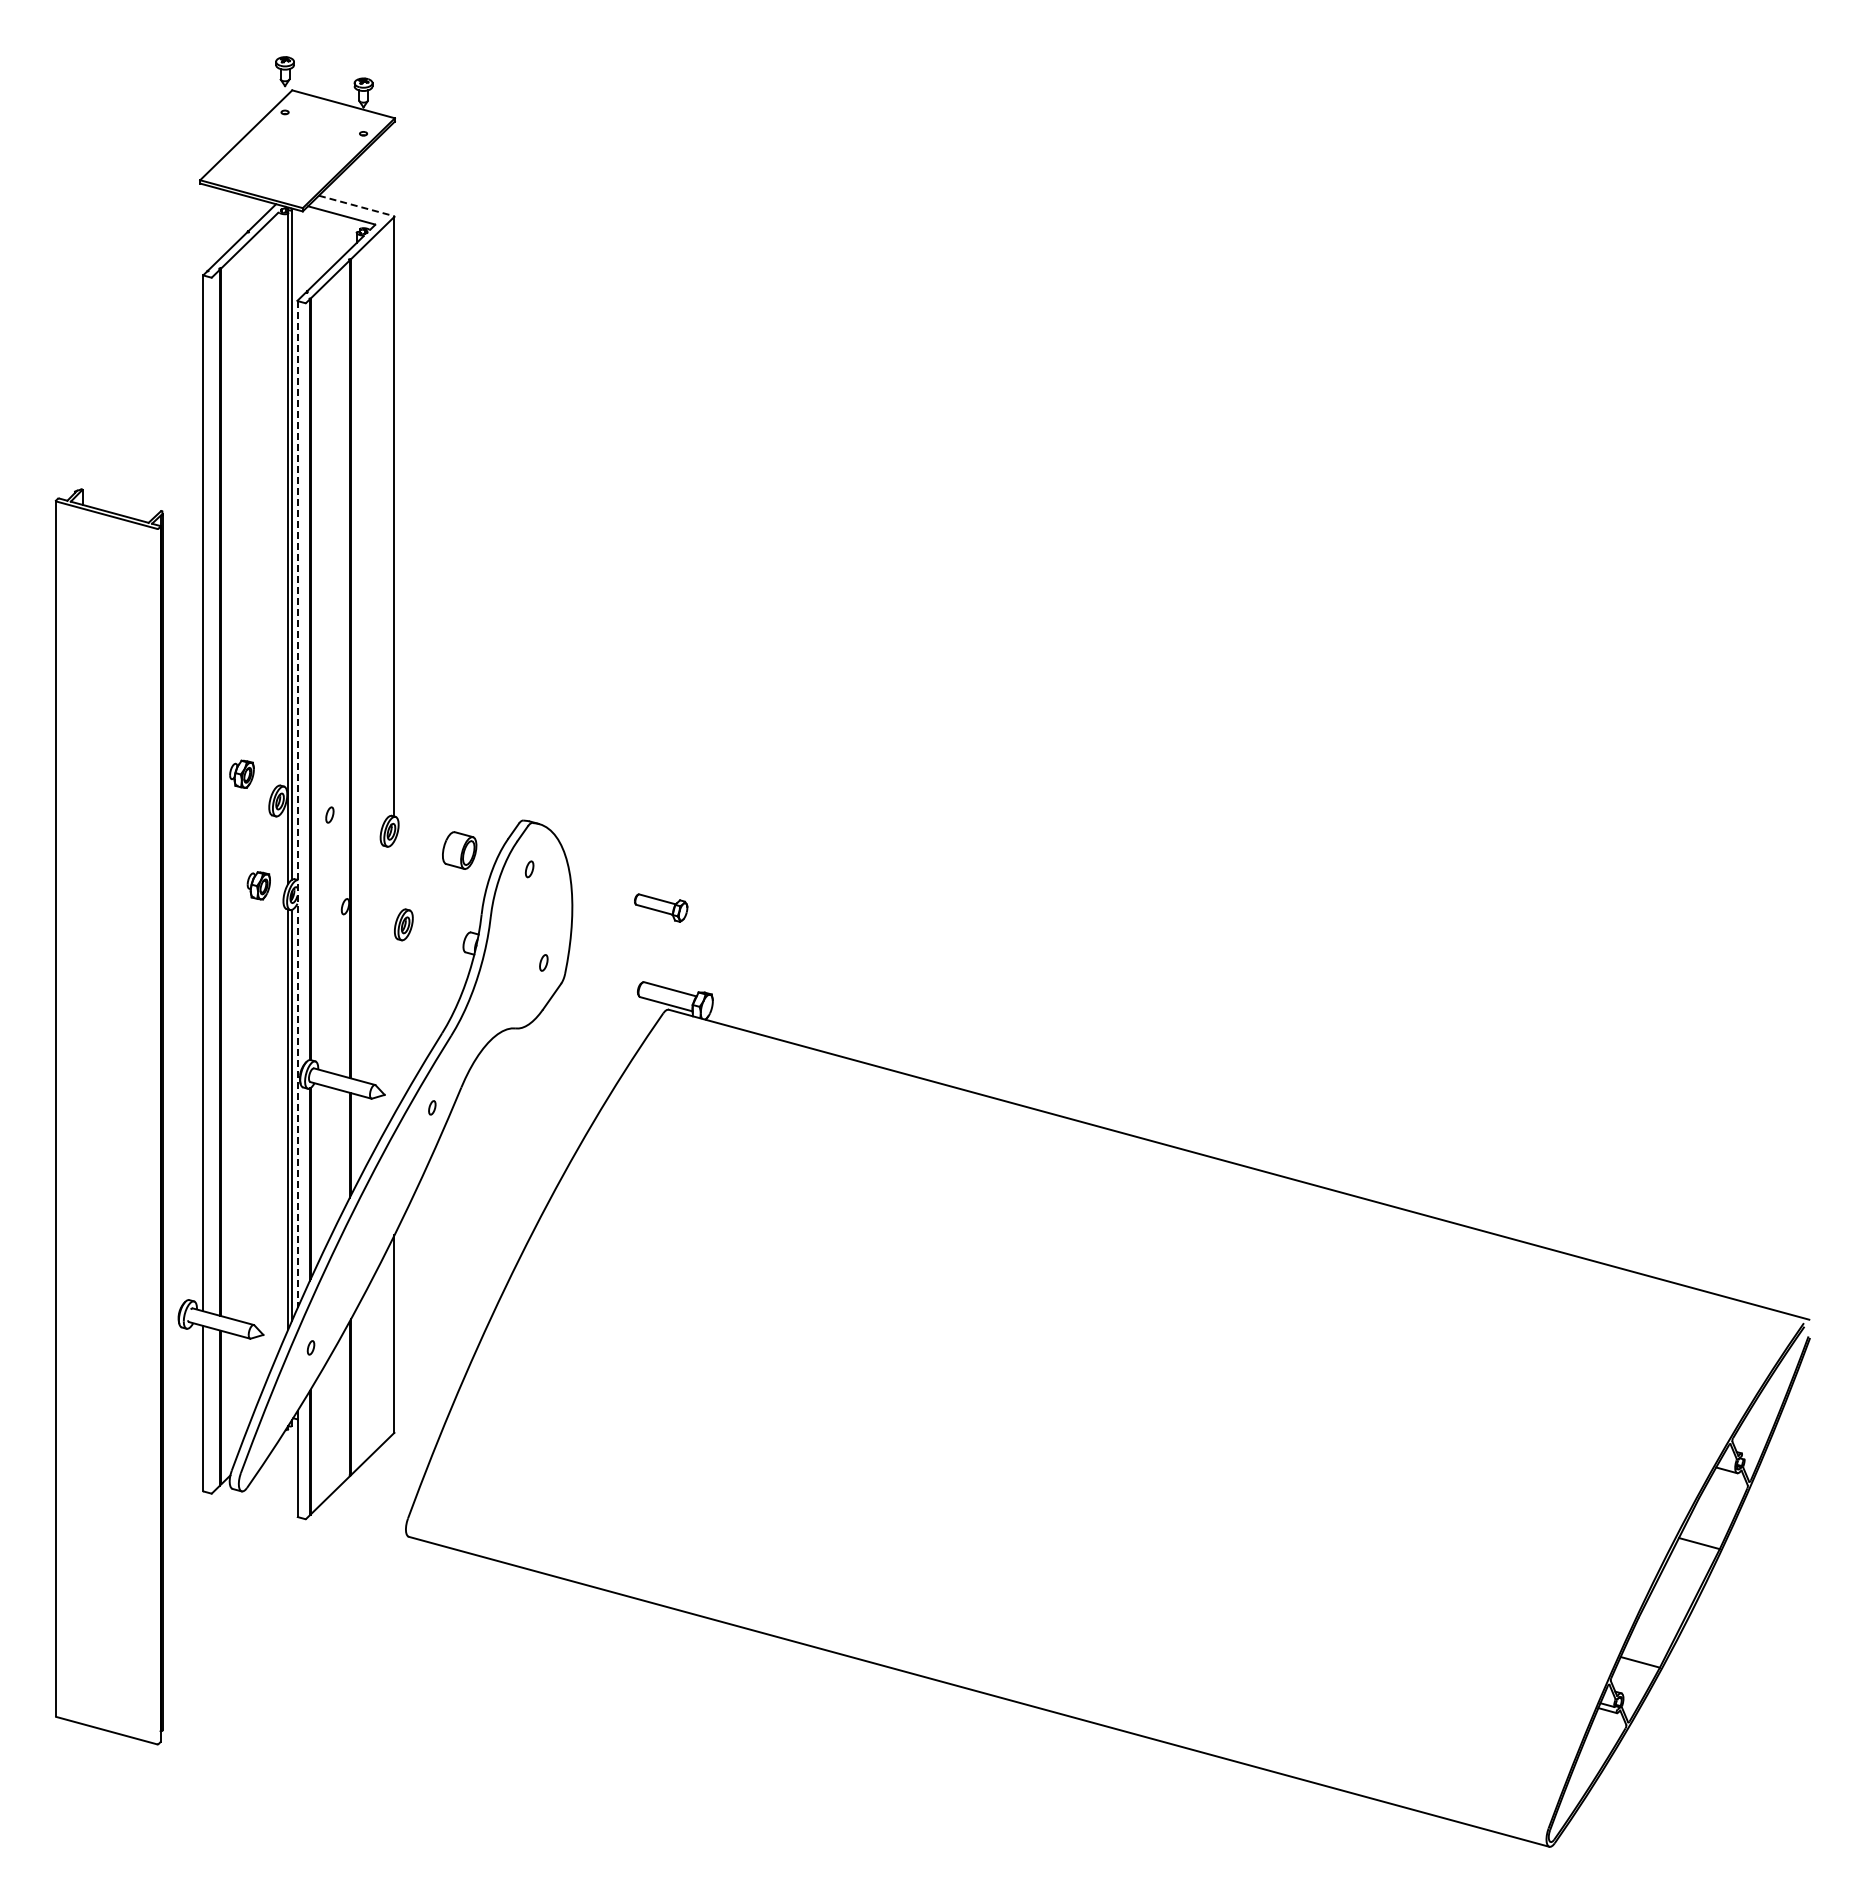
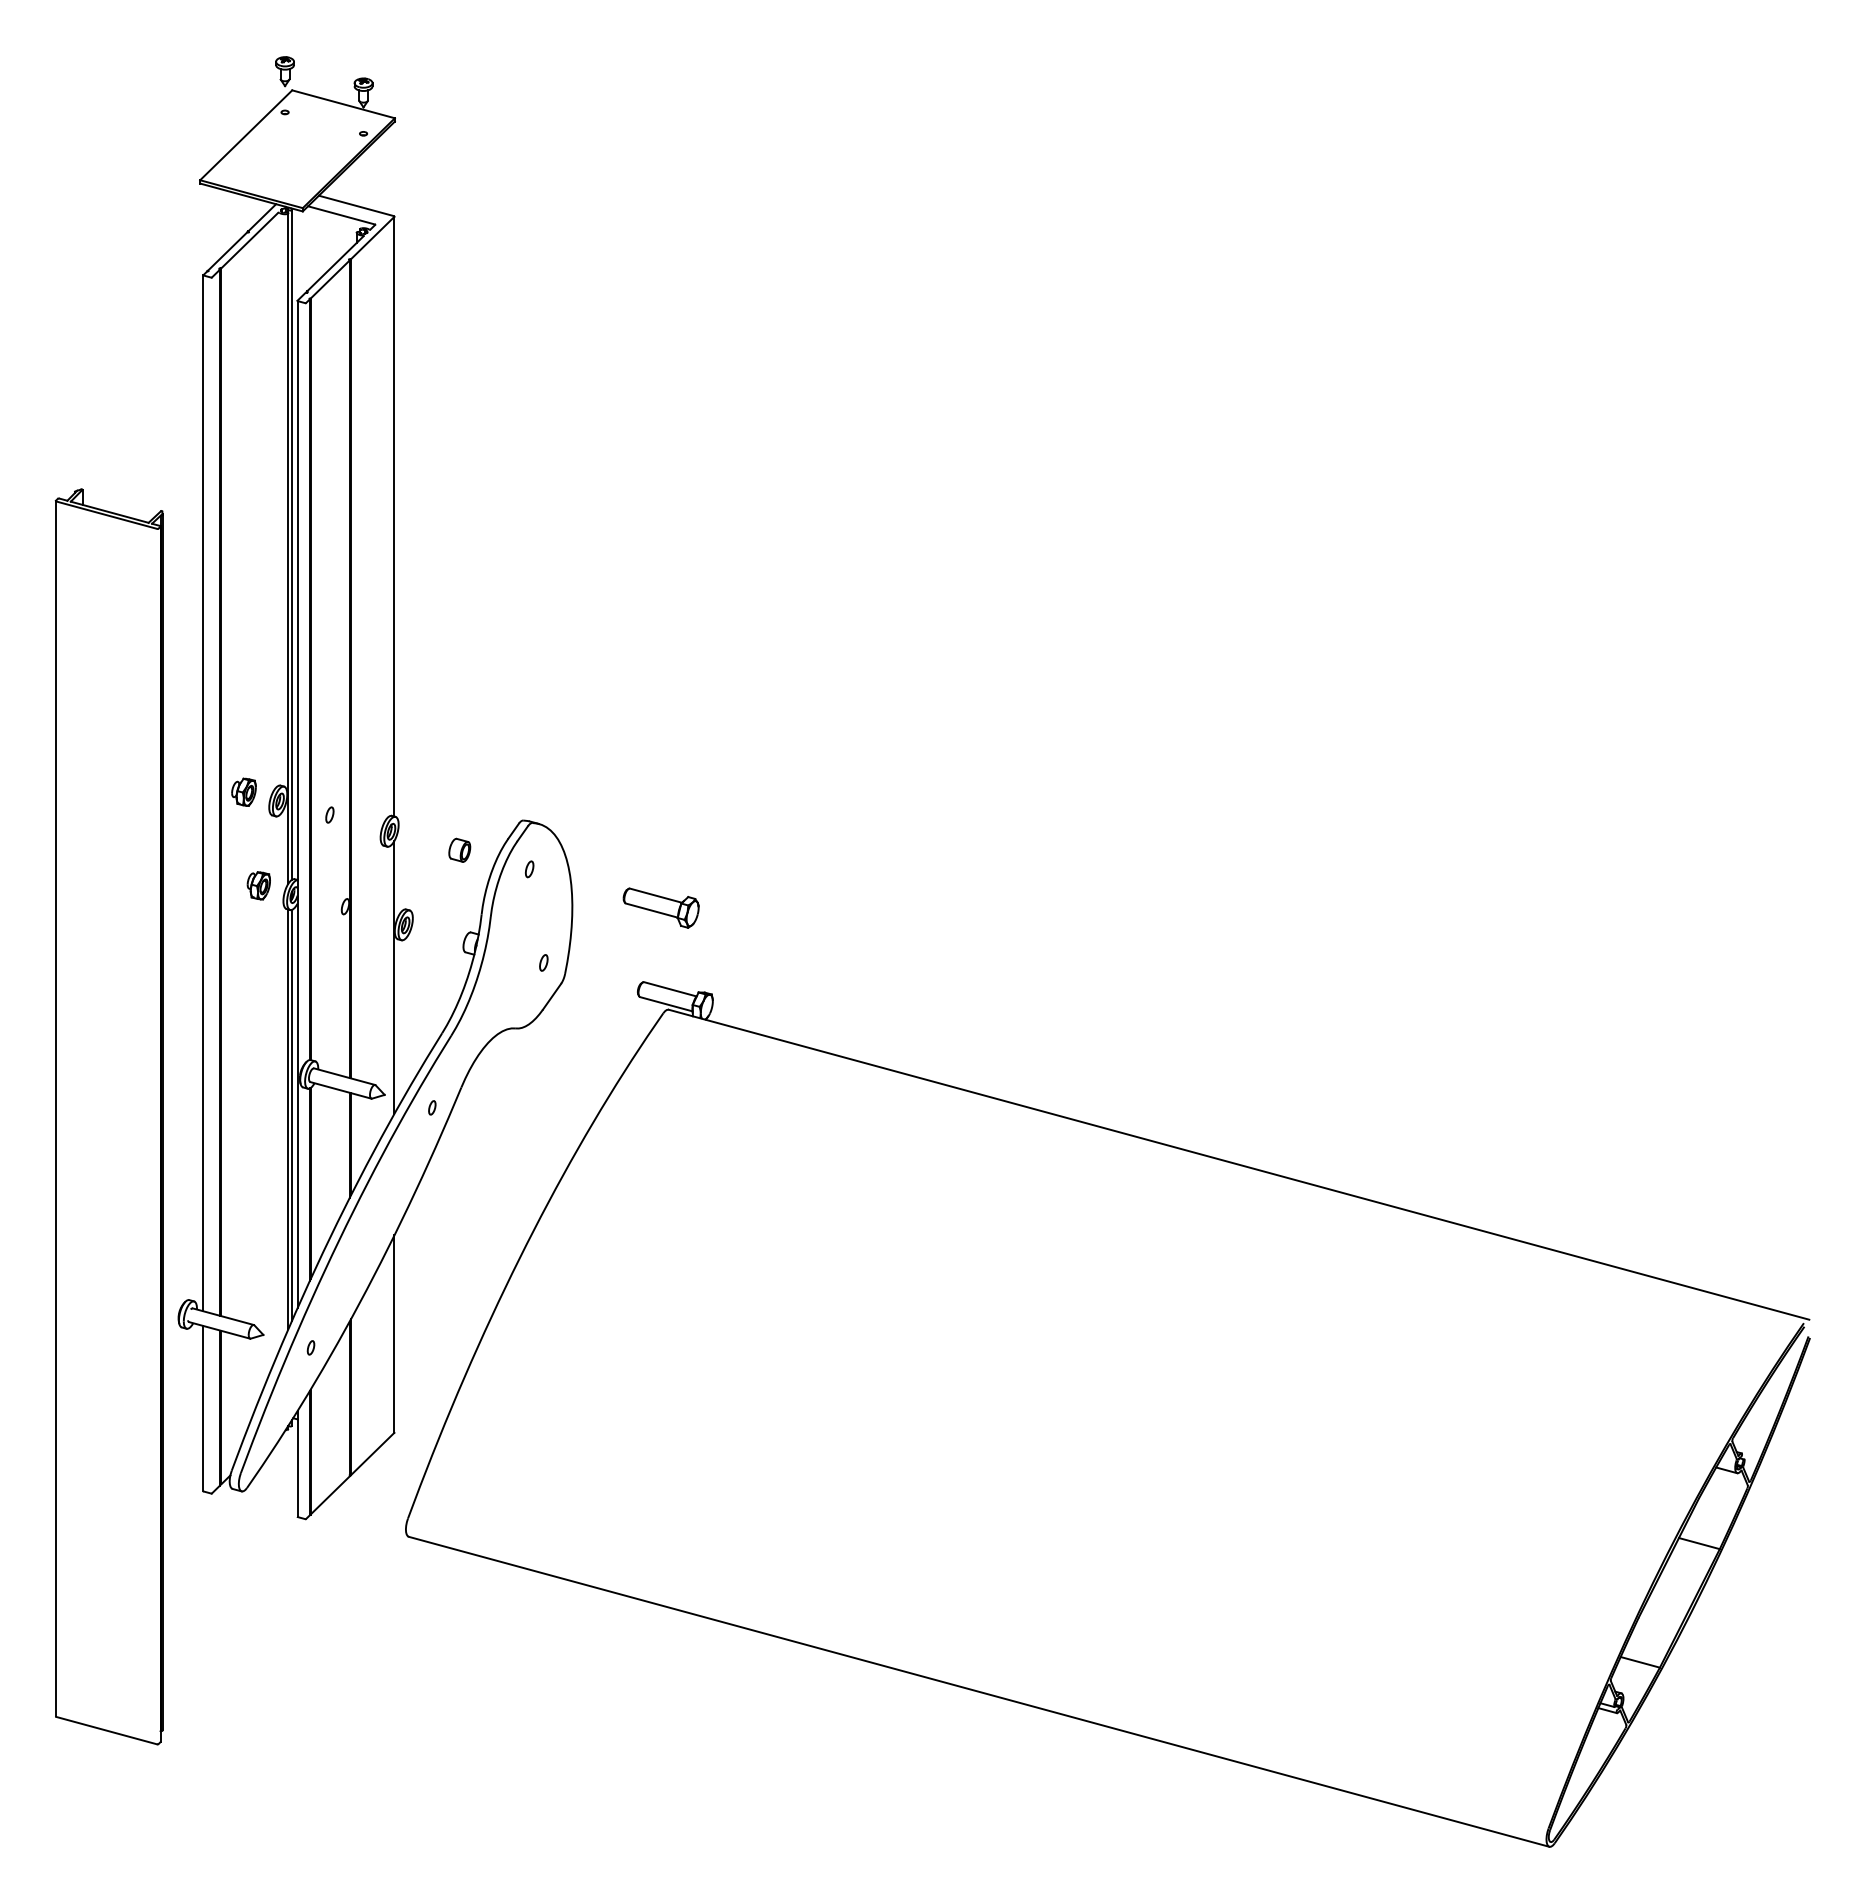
line at (356, 205): dashed -> solid
part at (241, 773) position: (241, 773) -> (243, 791)
line at (297, 804): dashed -> solid
part at (459, 850) size: 36x39 px -> 24x26 px
part at (661, 907) size: 55x30 px -> 78x42 px
line at (394, 977): none -> present
